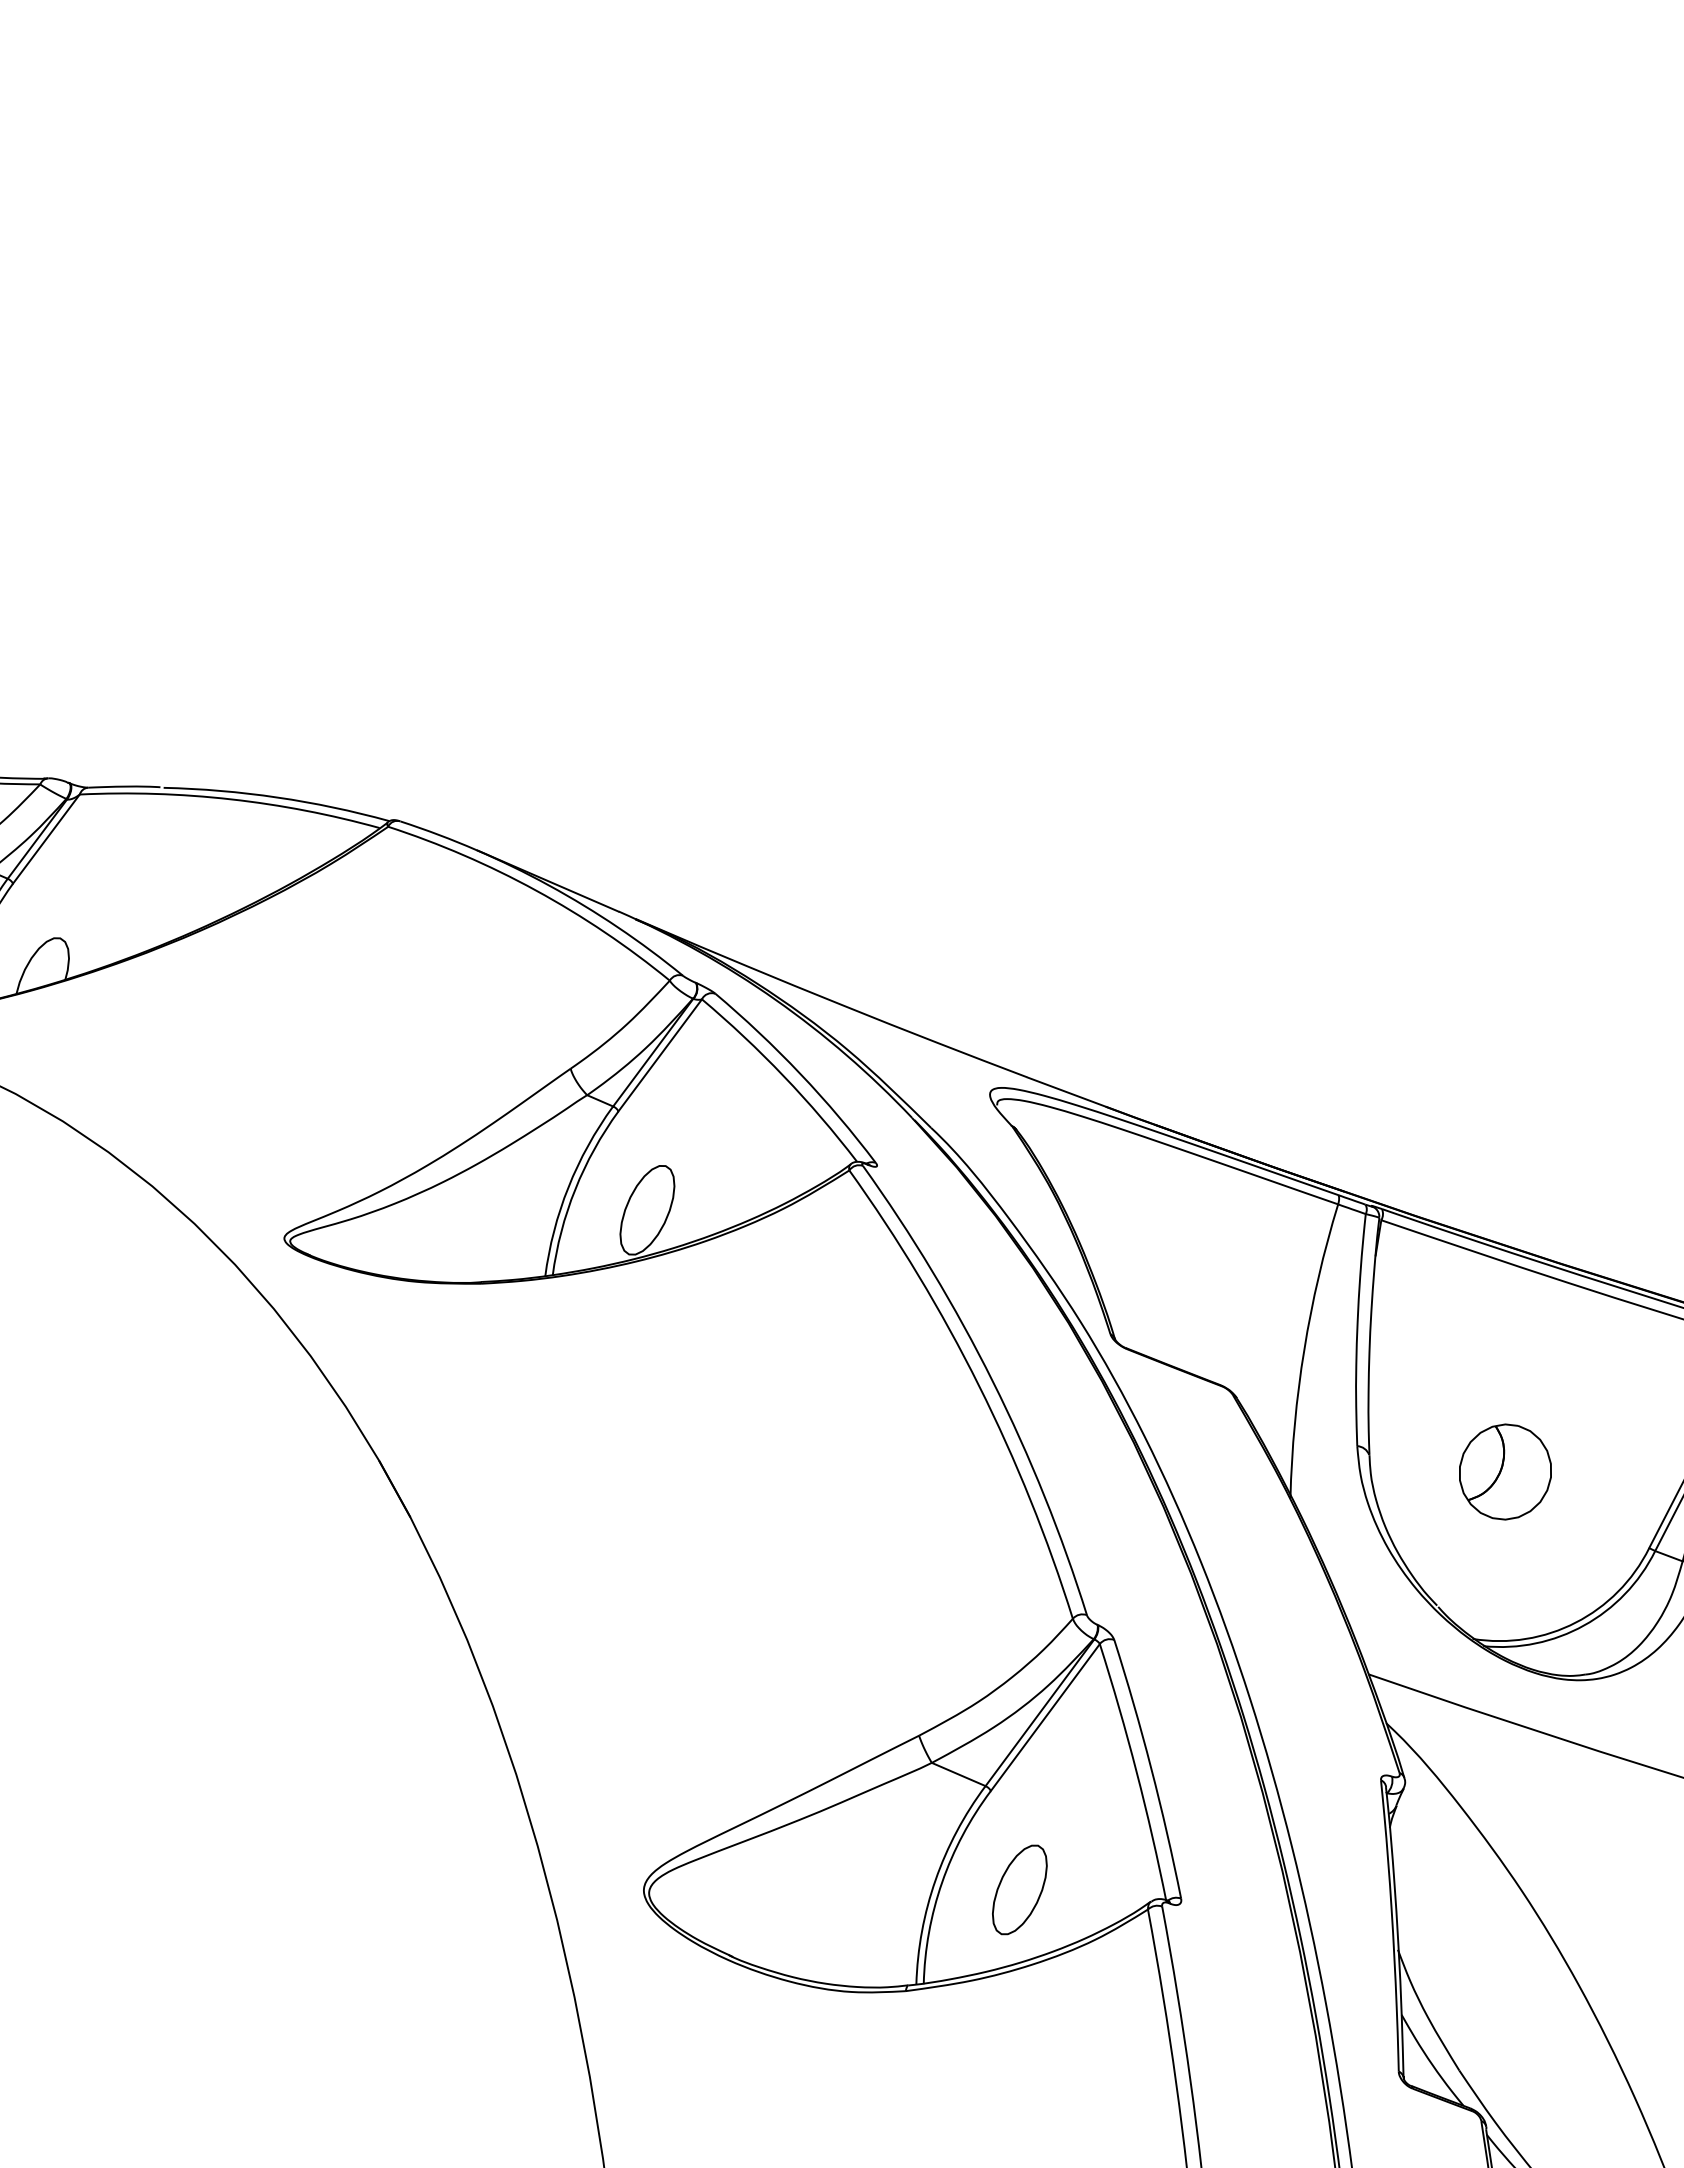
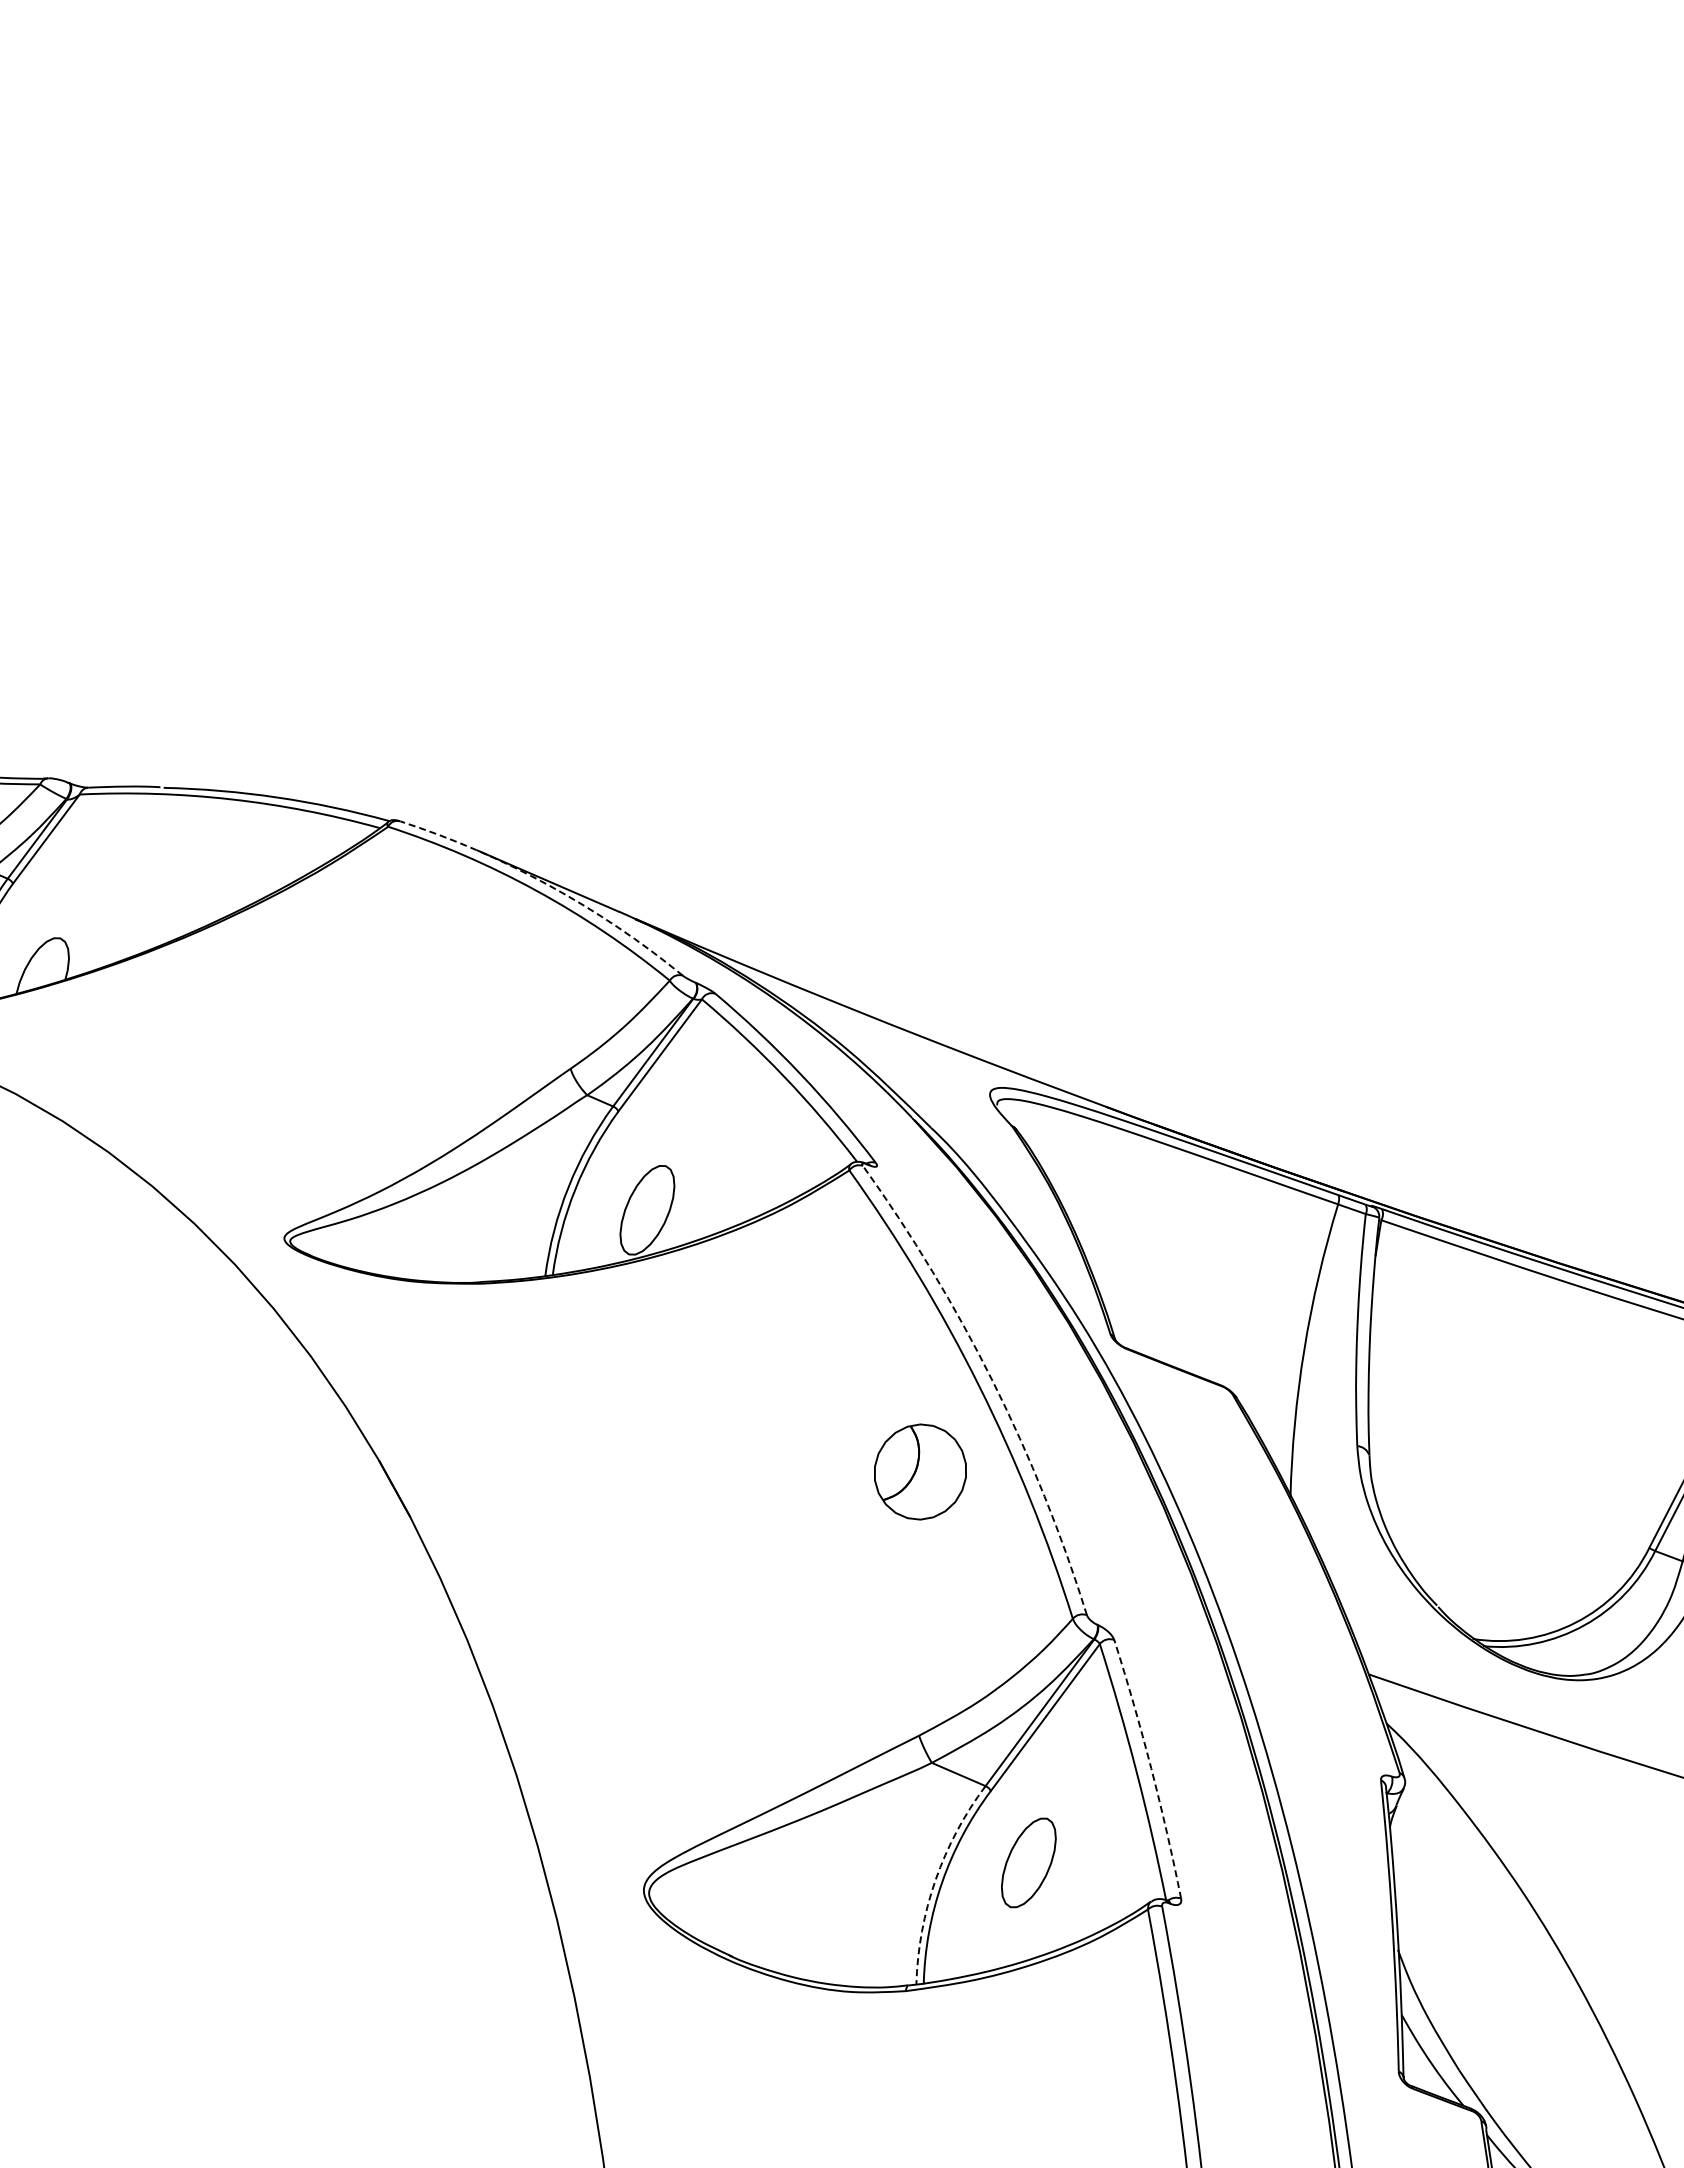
arc at (549, 885): solid -> dashed
arc at (992, 1381): solid -> dashed
part at (1505, 1471) position: (1505, 1471) -> (920, 1471)
arc at (1151, 1768): solid -> dashed
arc at (935, 1880): solid -> dashed
part at (1019, 1889) position: (1019, 1889) -> (1028, 1862)
